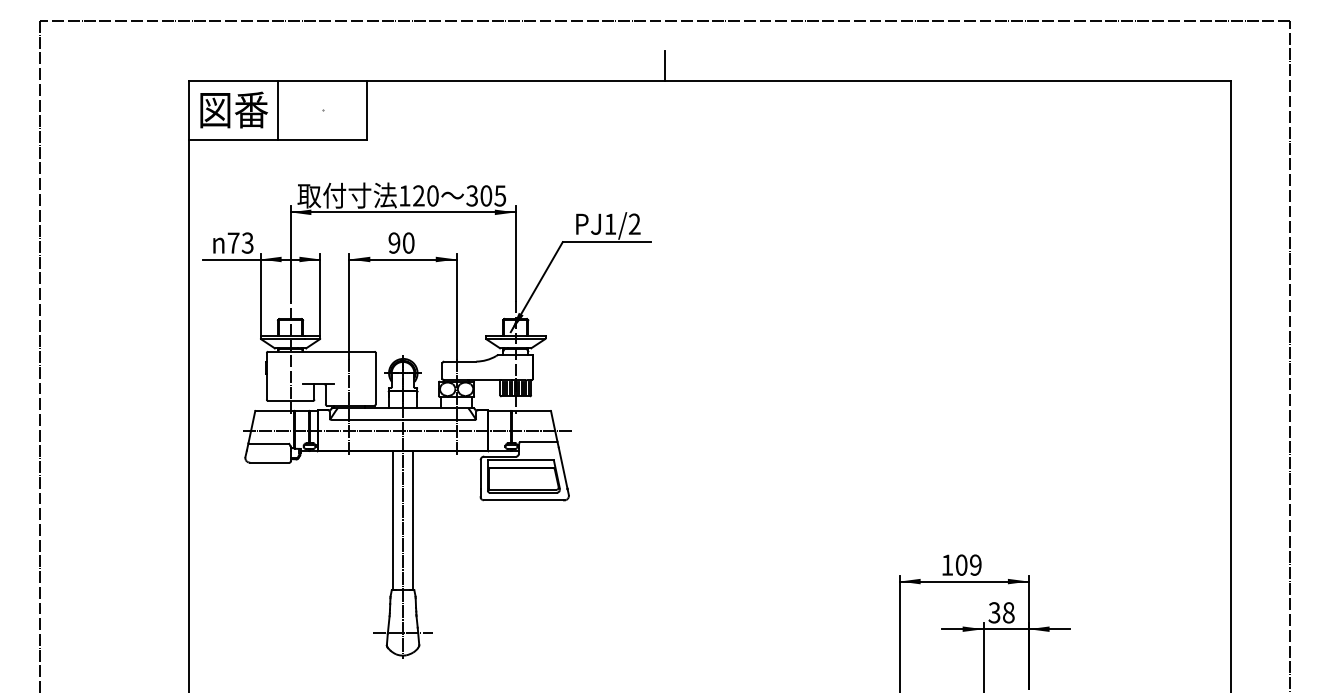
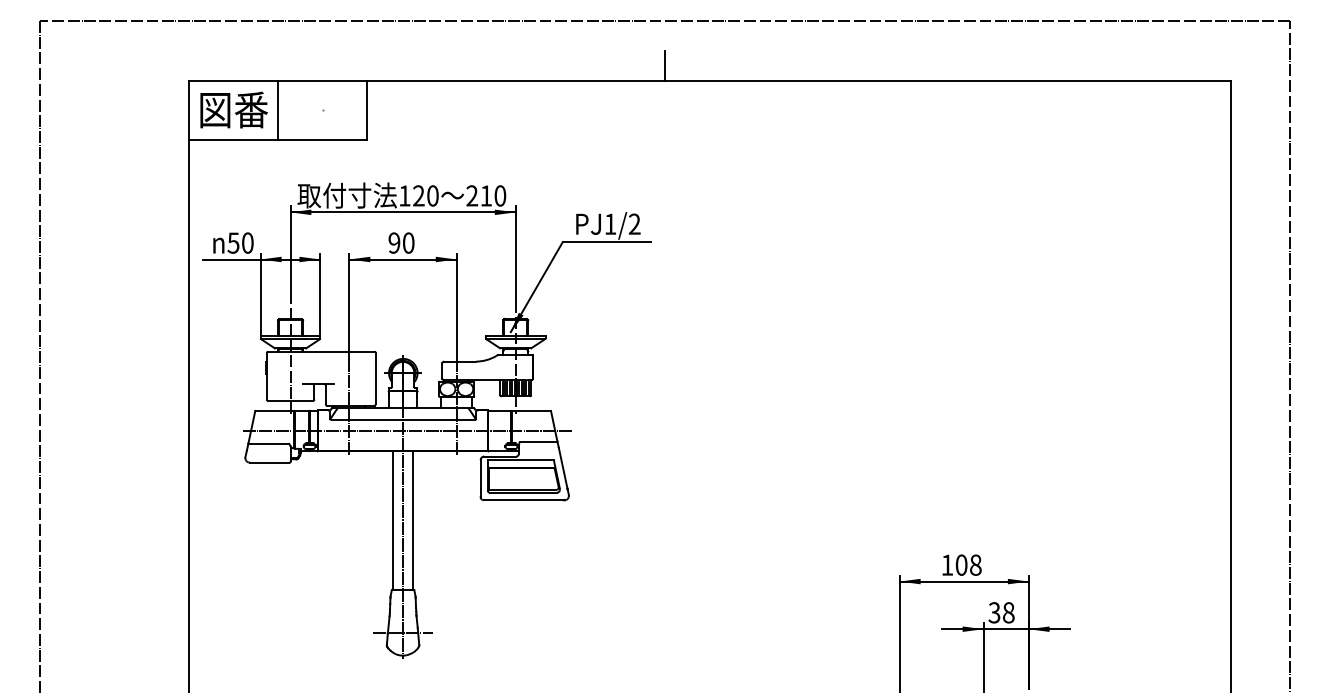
text at (486, 195): 305 -> 210
text at (240, 242): 73 -> 50
text at (975, 564): 109 -> 108
